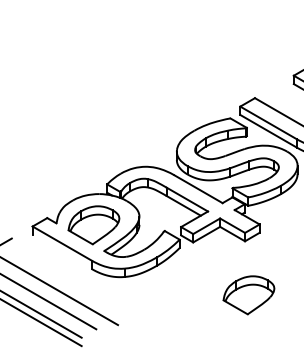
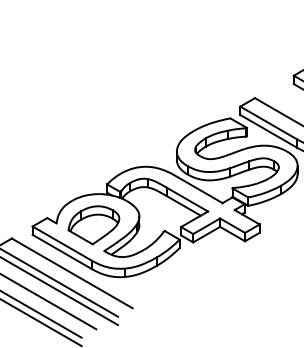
line at (61, 251): none -> present
line at (71, 273): none -> present
line at (60, 283): none -> present
part at (248, 295): present -> none
